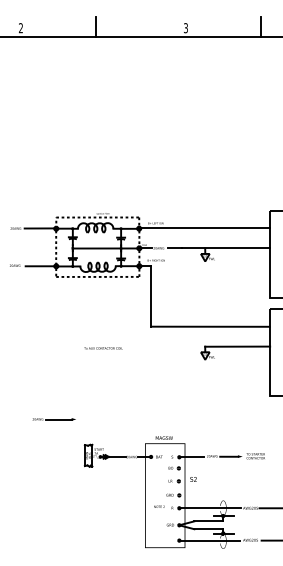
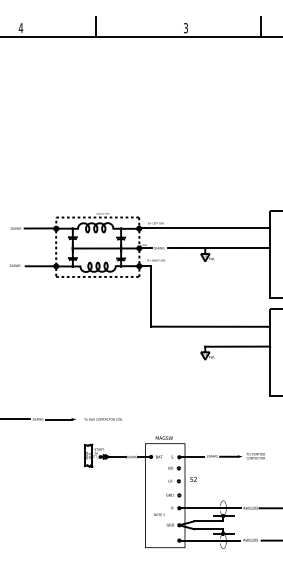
text at (20, 28): 2 -> 4
text at (103, 348) position: (103, 348) -> (103, 419)
line at (16, 419): none -> present
text at (159, 506) position: (159, 506) -> (159, 514)
